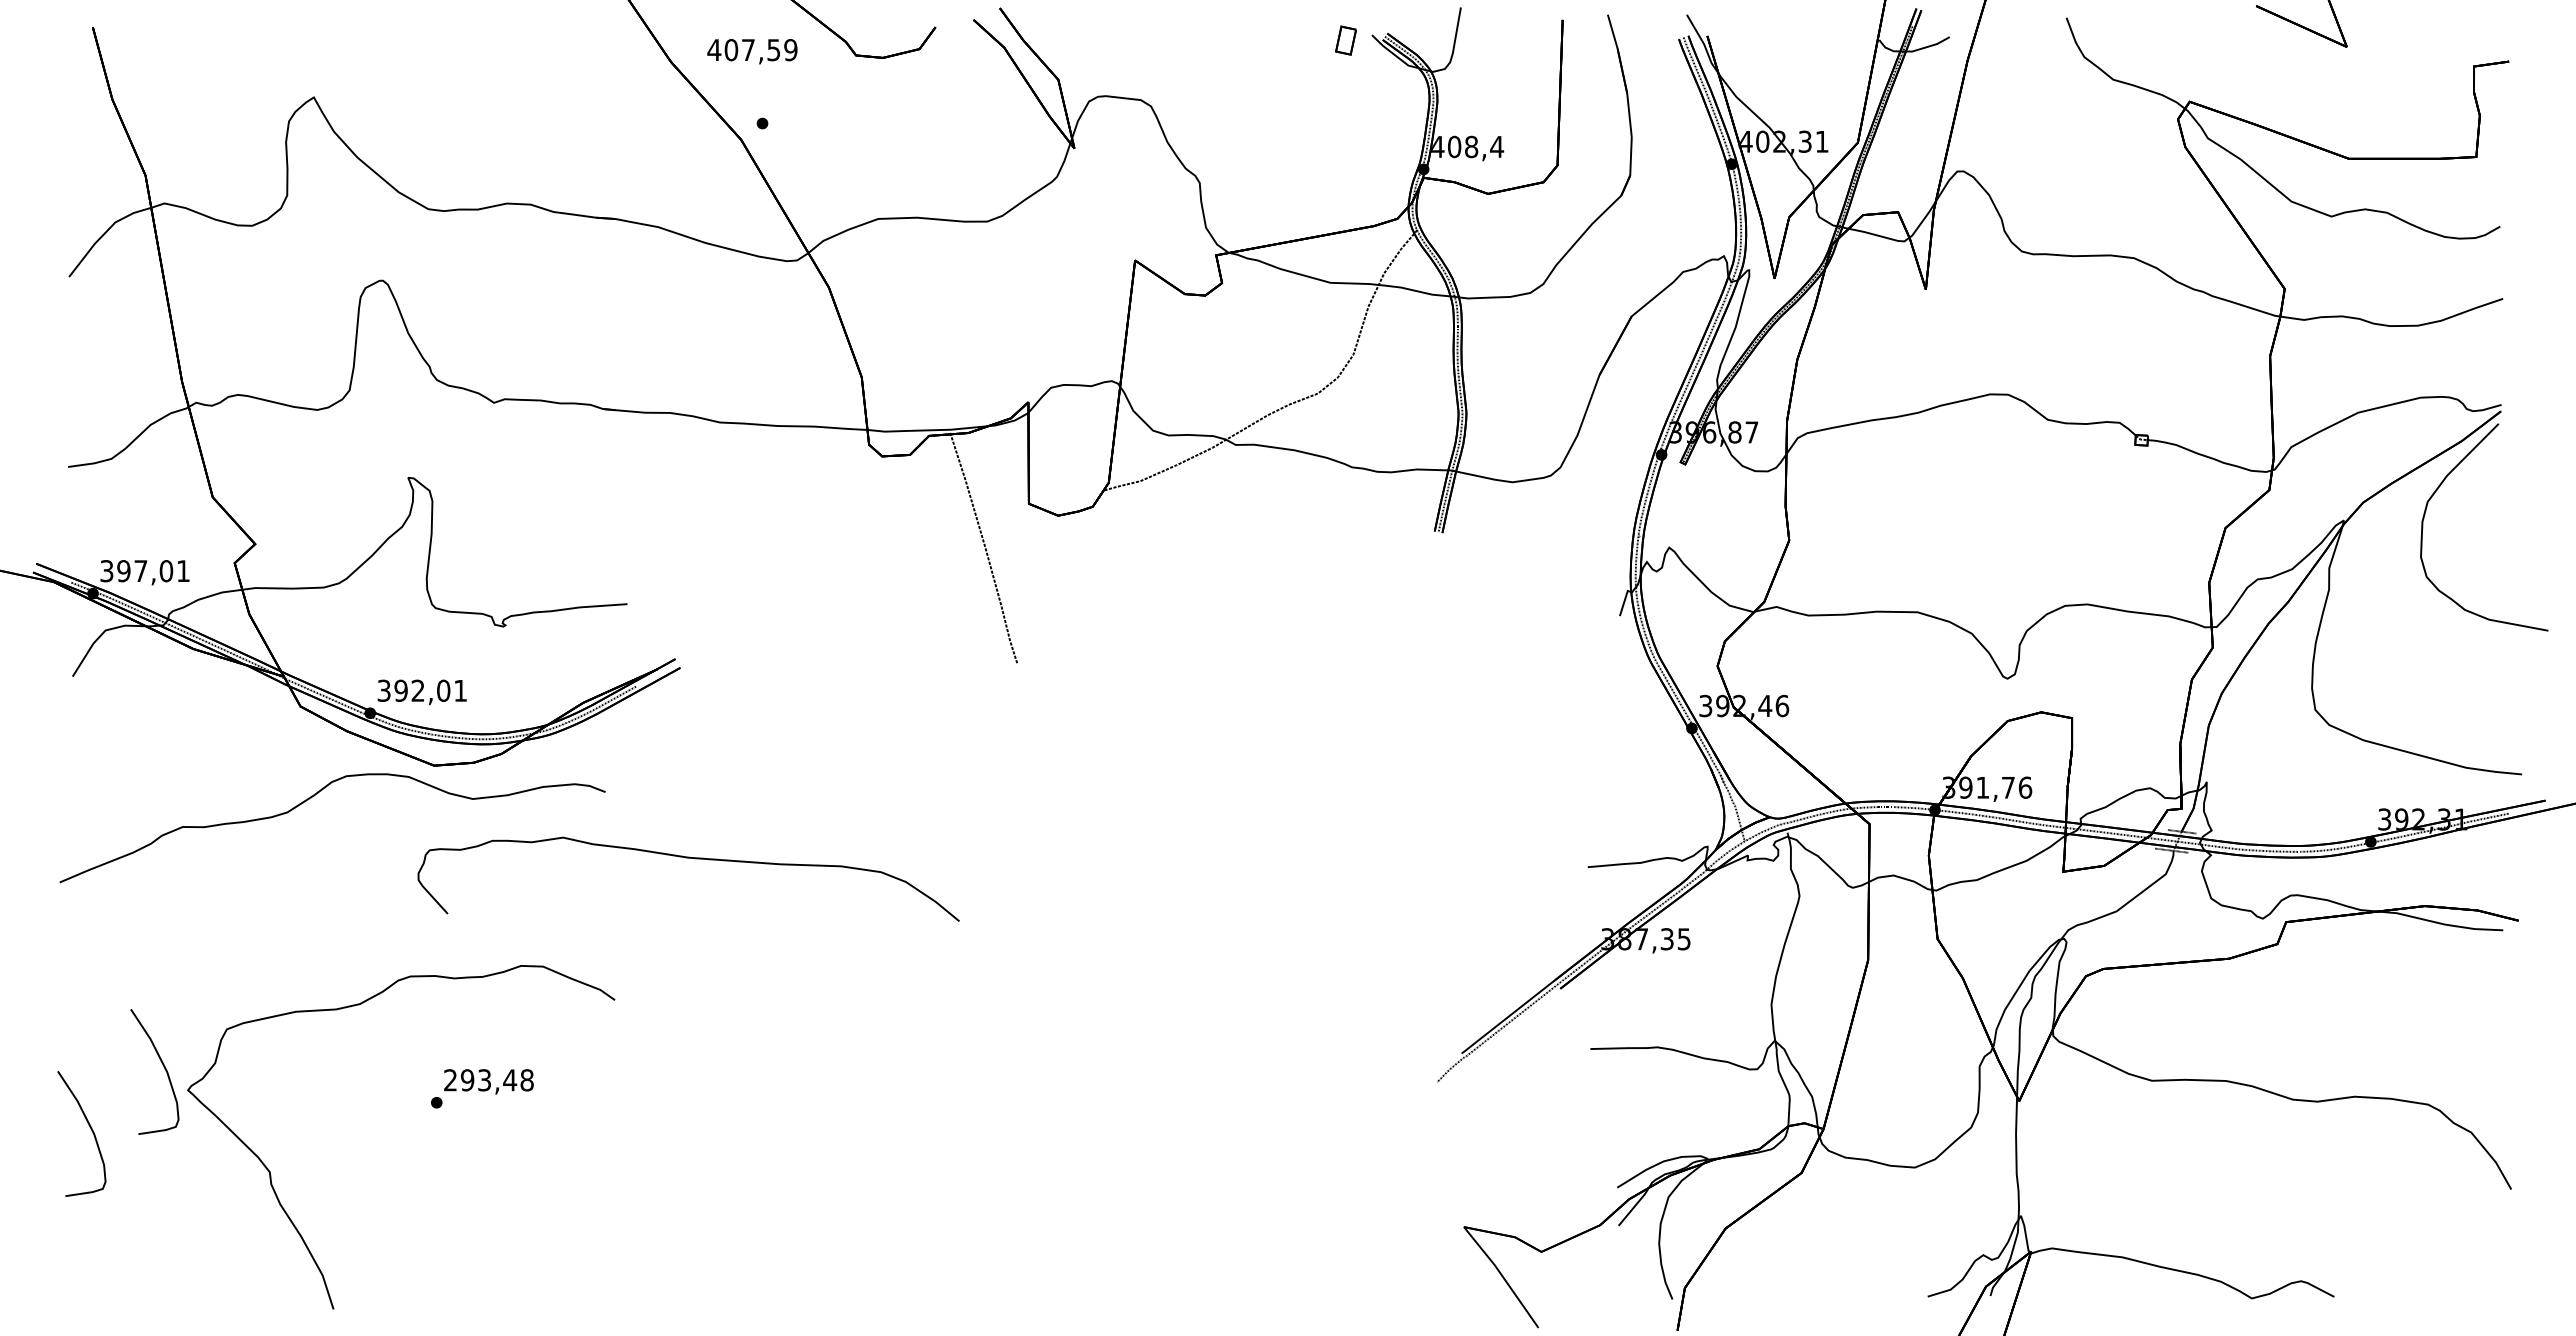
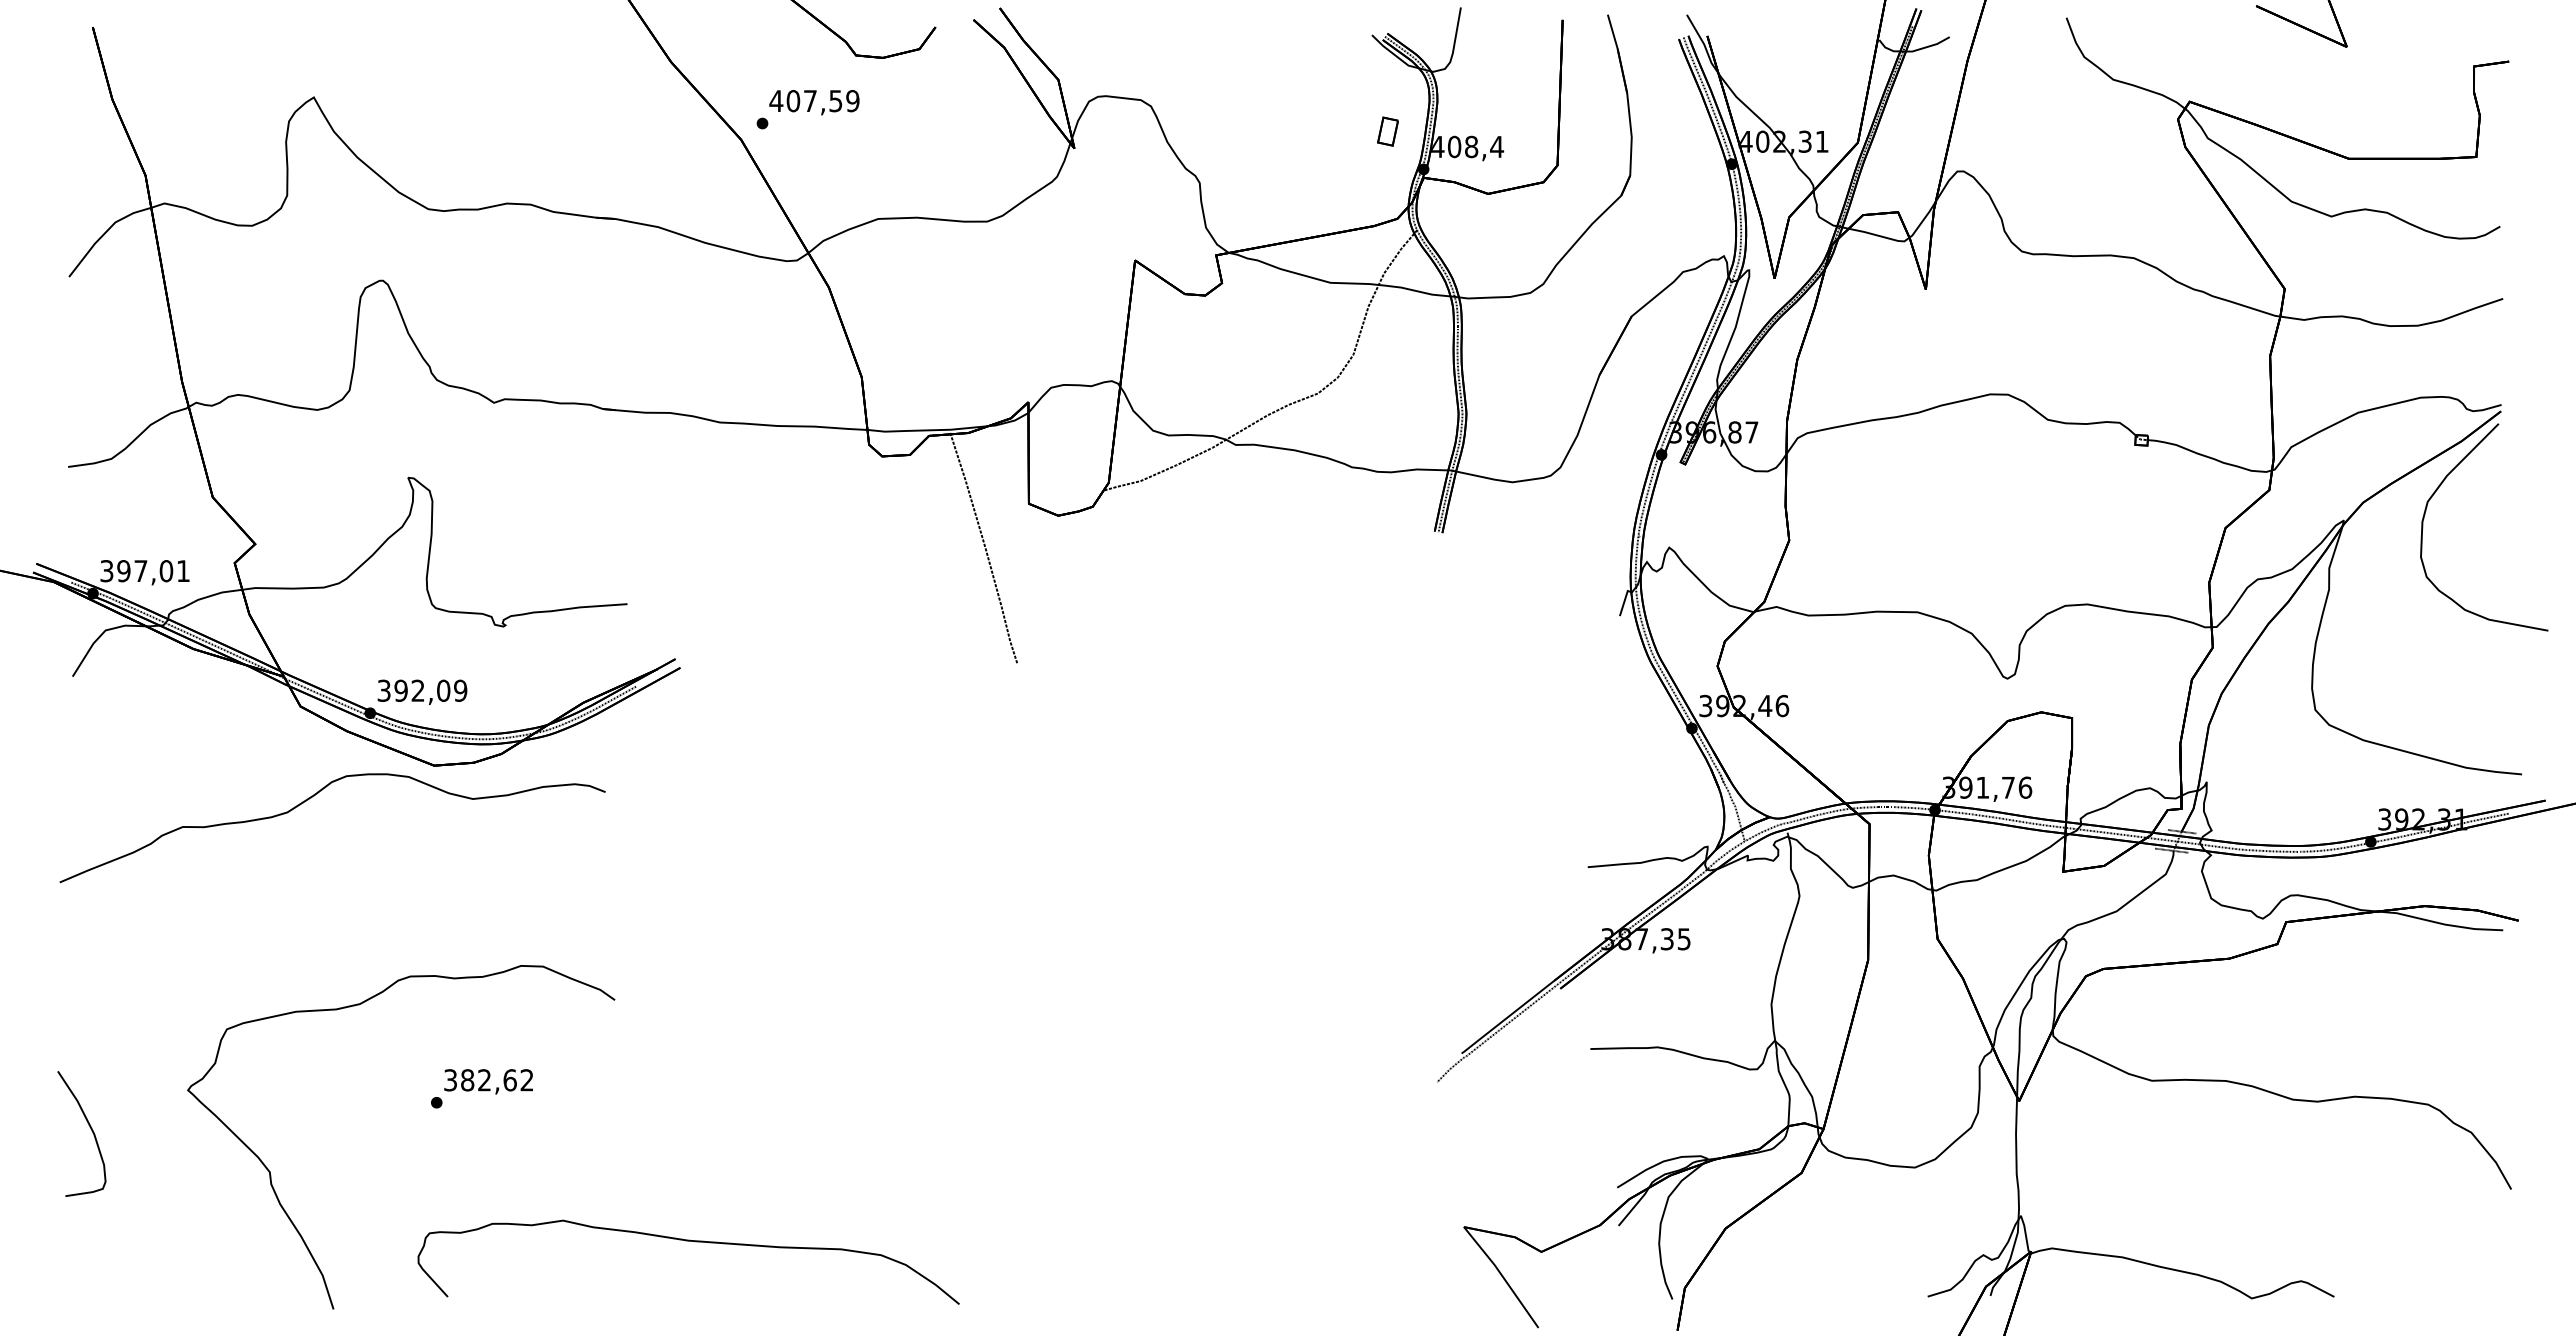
part at (1345, 40) position: (1345, 40) -> (1387, 131)
text at (752, 51) position: (752, 51) -> (814, 102)
text at (460, 690): 392,01 -> 392,09
part at (688, 858) position: (688, 858) -> (688, 1241)
curve at (163, 1067): present -> none
text at (488, 1080): 293,48 -> 382,62
